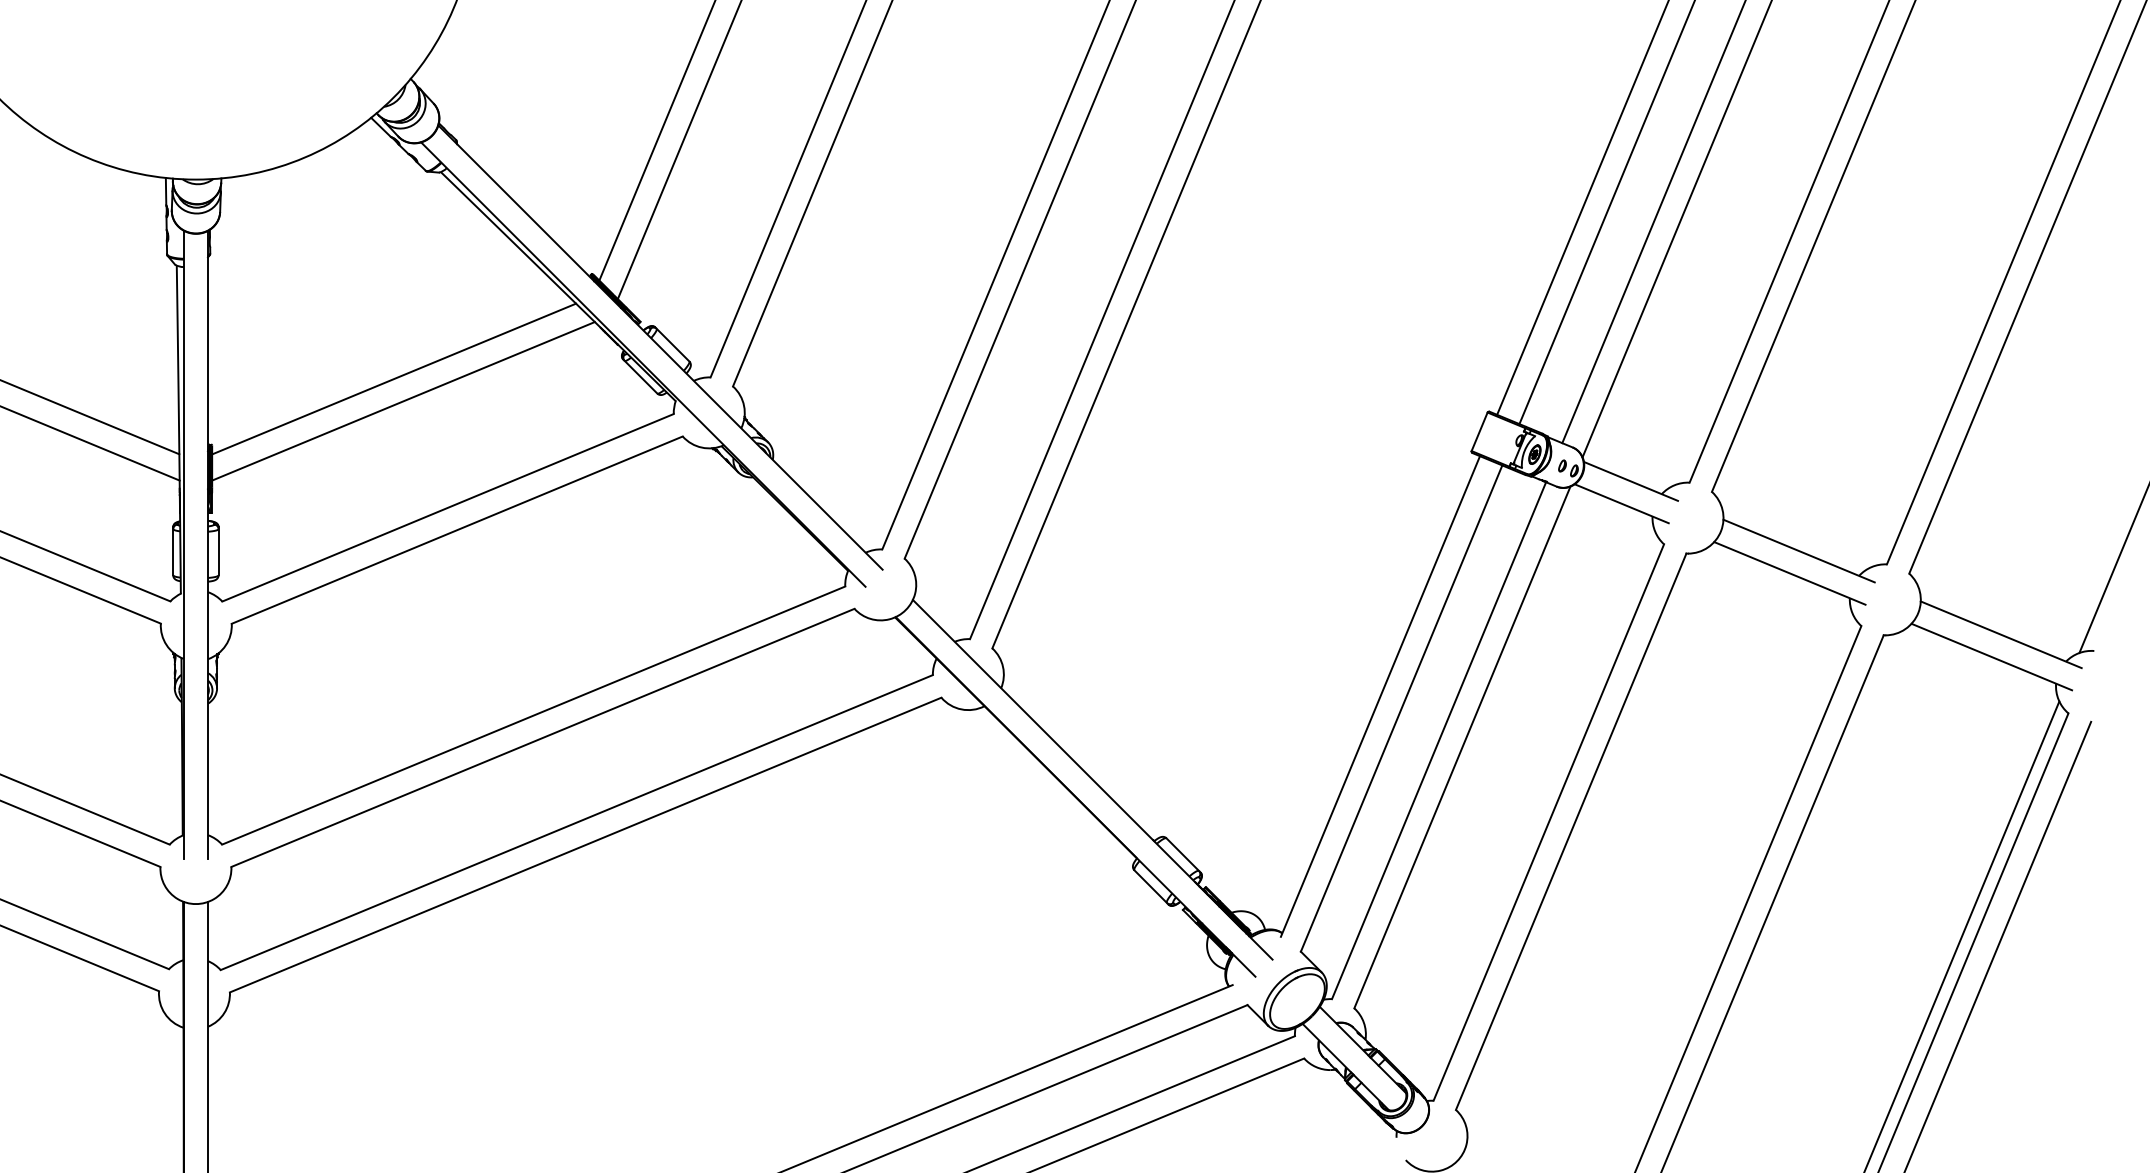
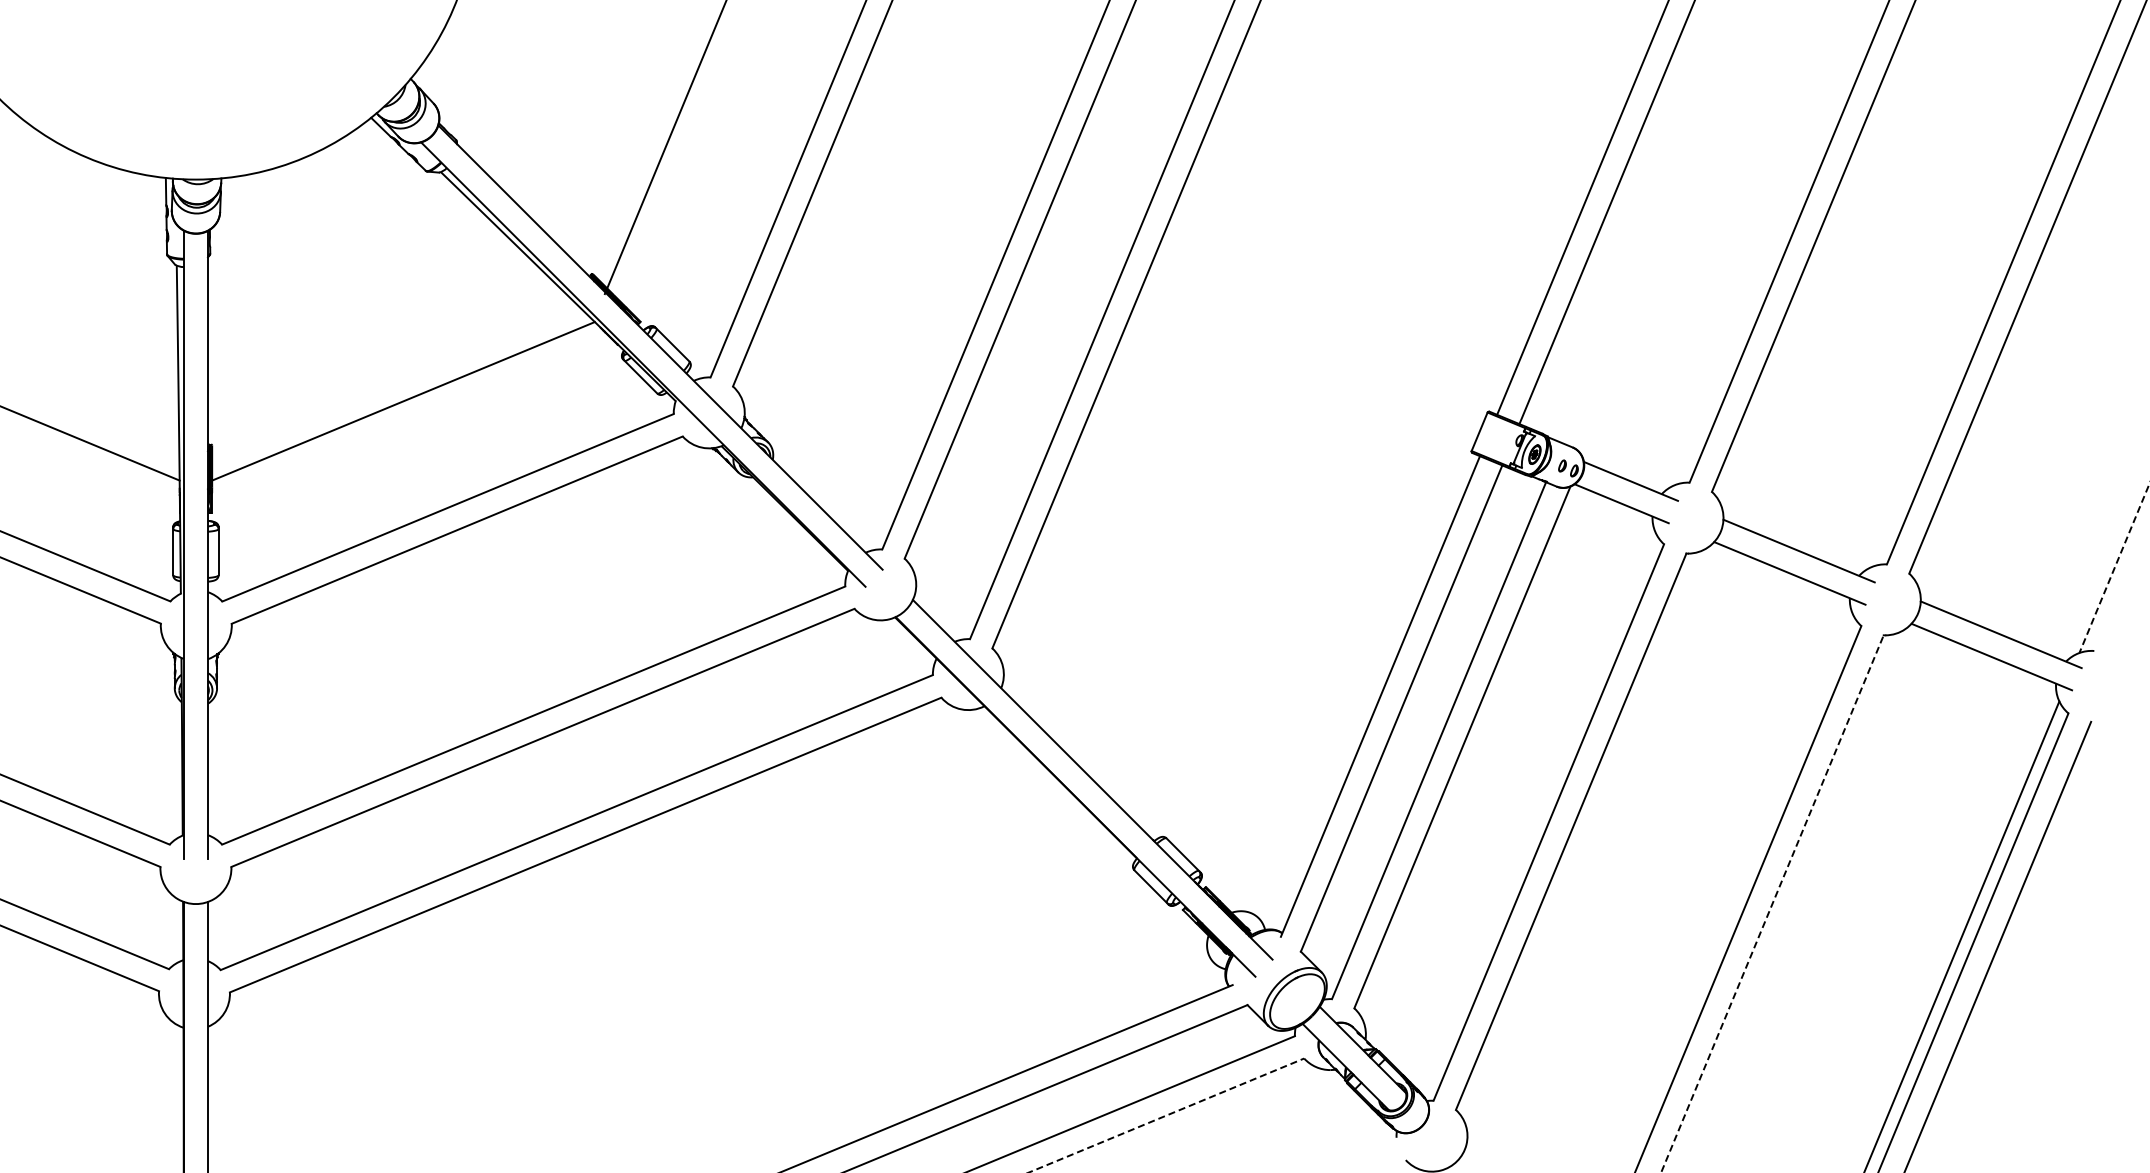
line at (656, 141): present -> none
line at (678, 150) position: (678, 150) -> (664, 148)
line at (1653, 222): present -> none
line at (1676, 229): present -> none
line at (394, 378): present -> none
line at (90, 417): present -> none
line at (2114, 568): solid -> dashed
line at (1772, 904): solid -> dashed
line at (1166, 1115): solid -> dashed
